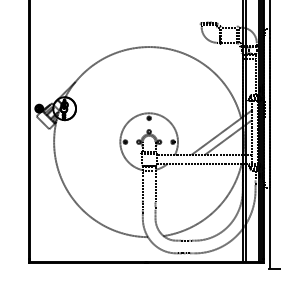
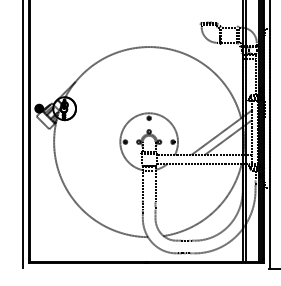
line at (22, 135): none -> present
